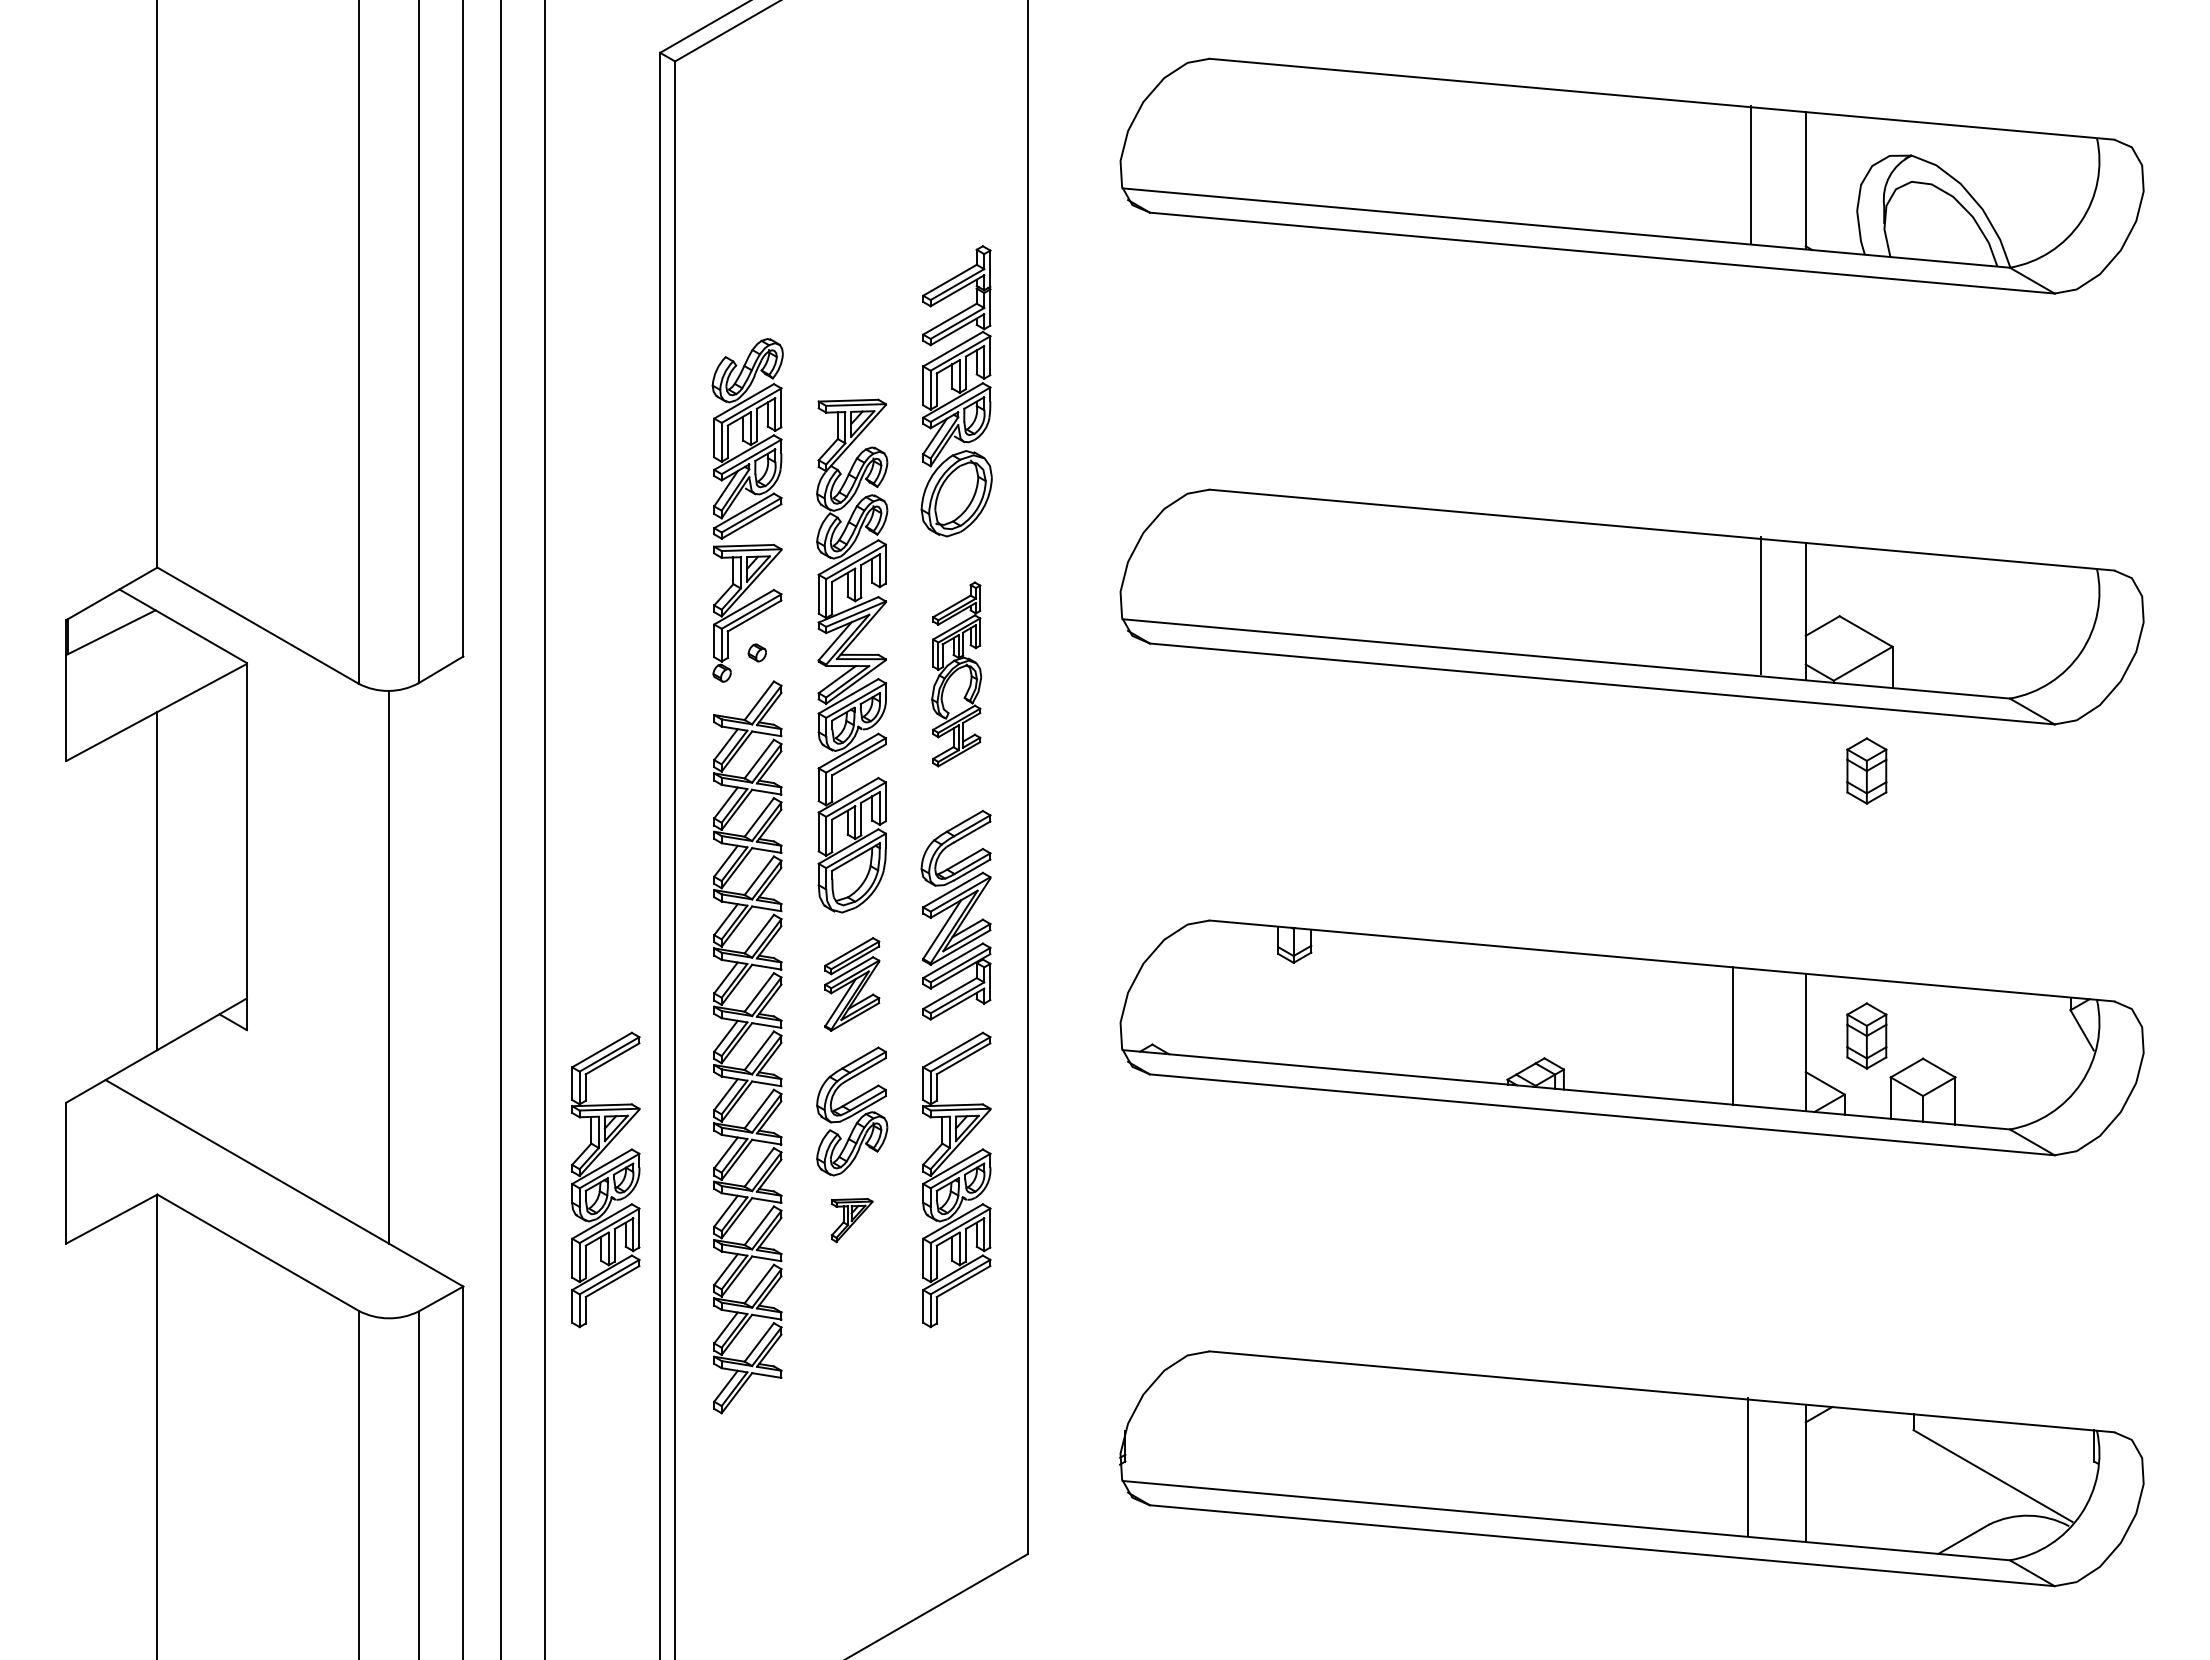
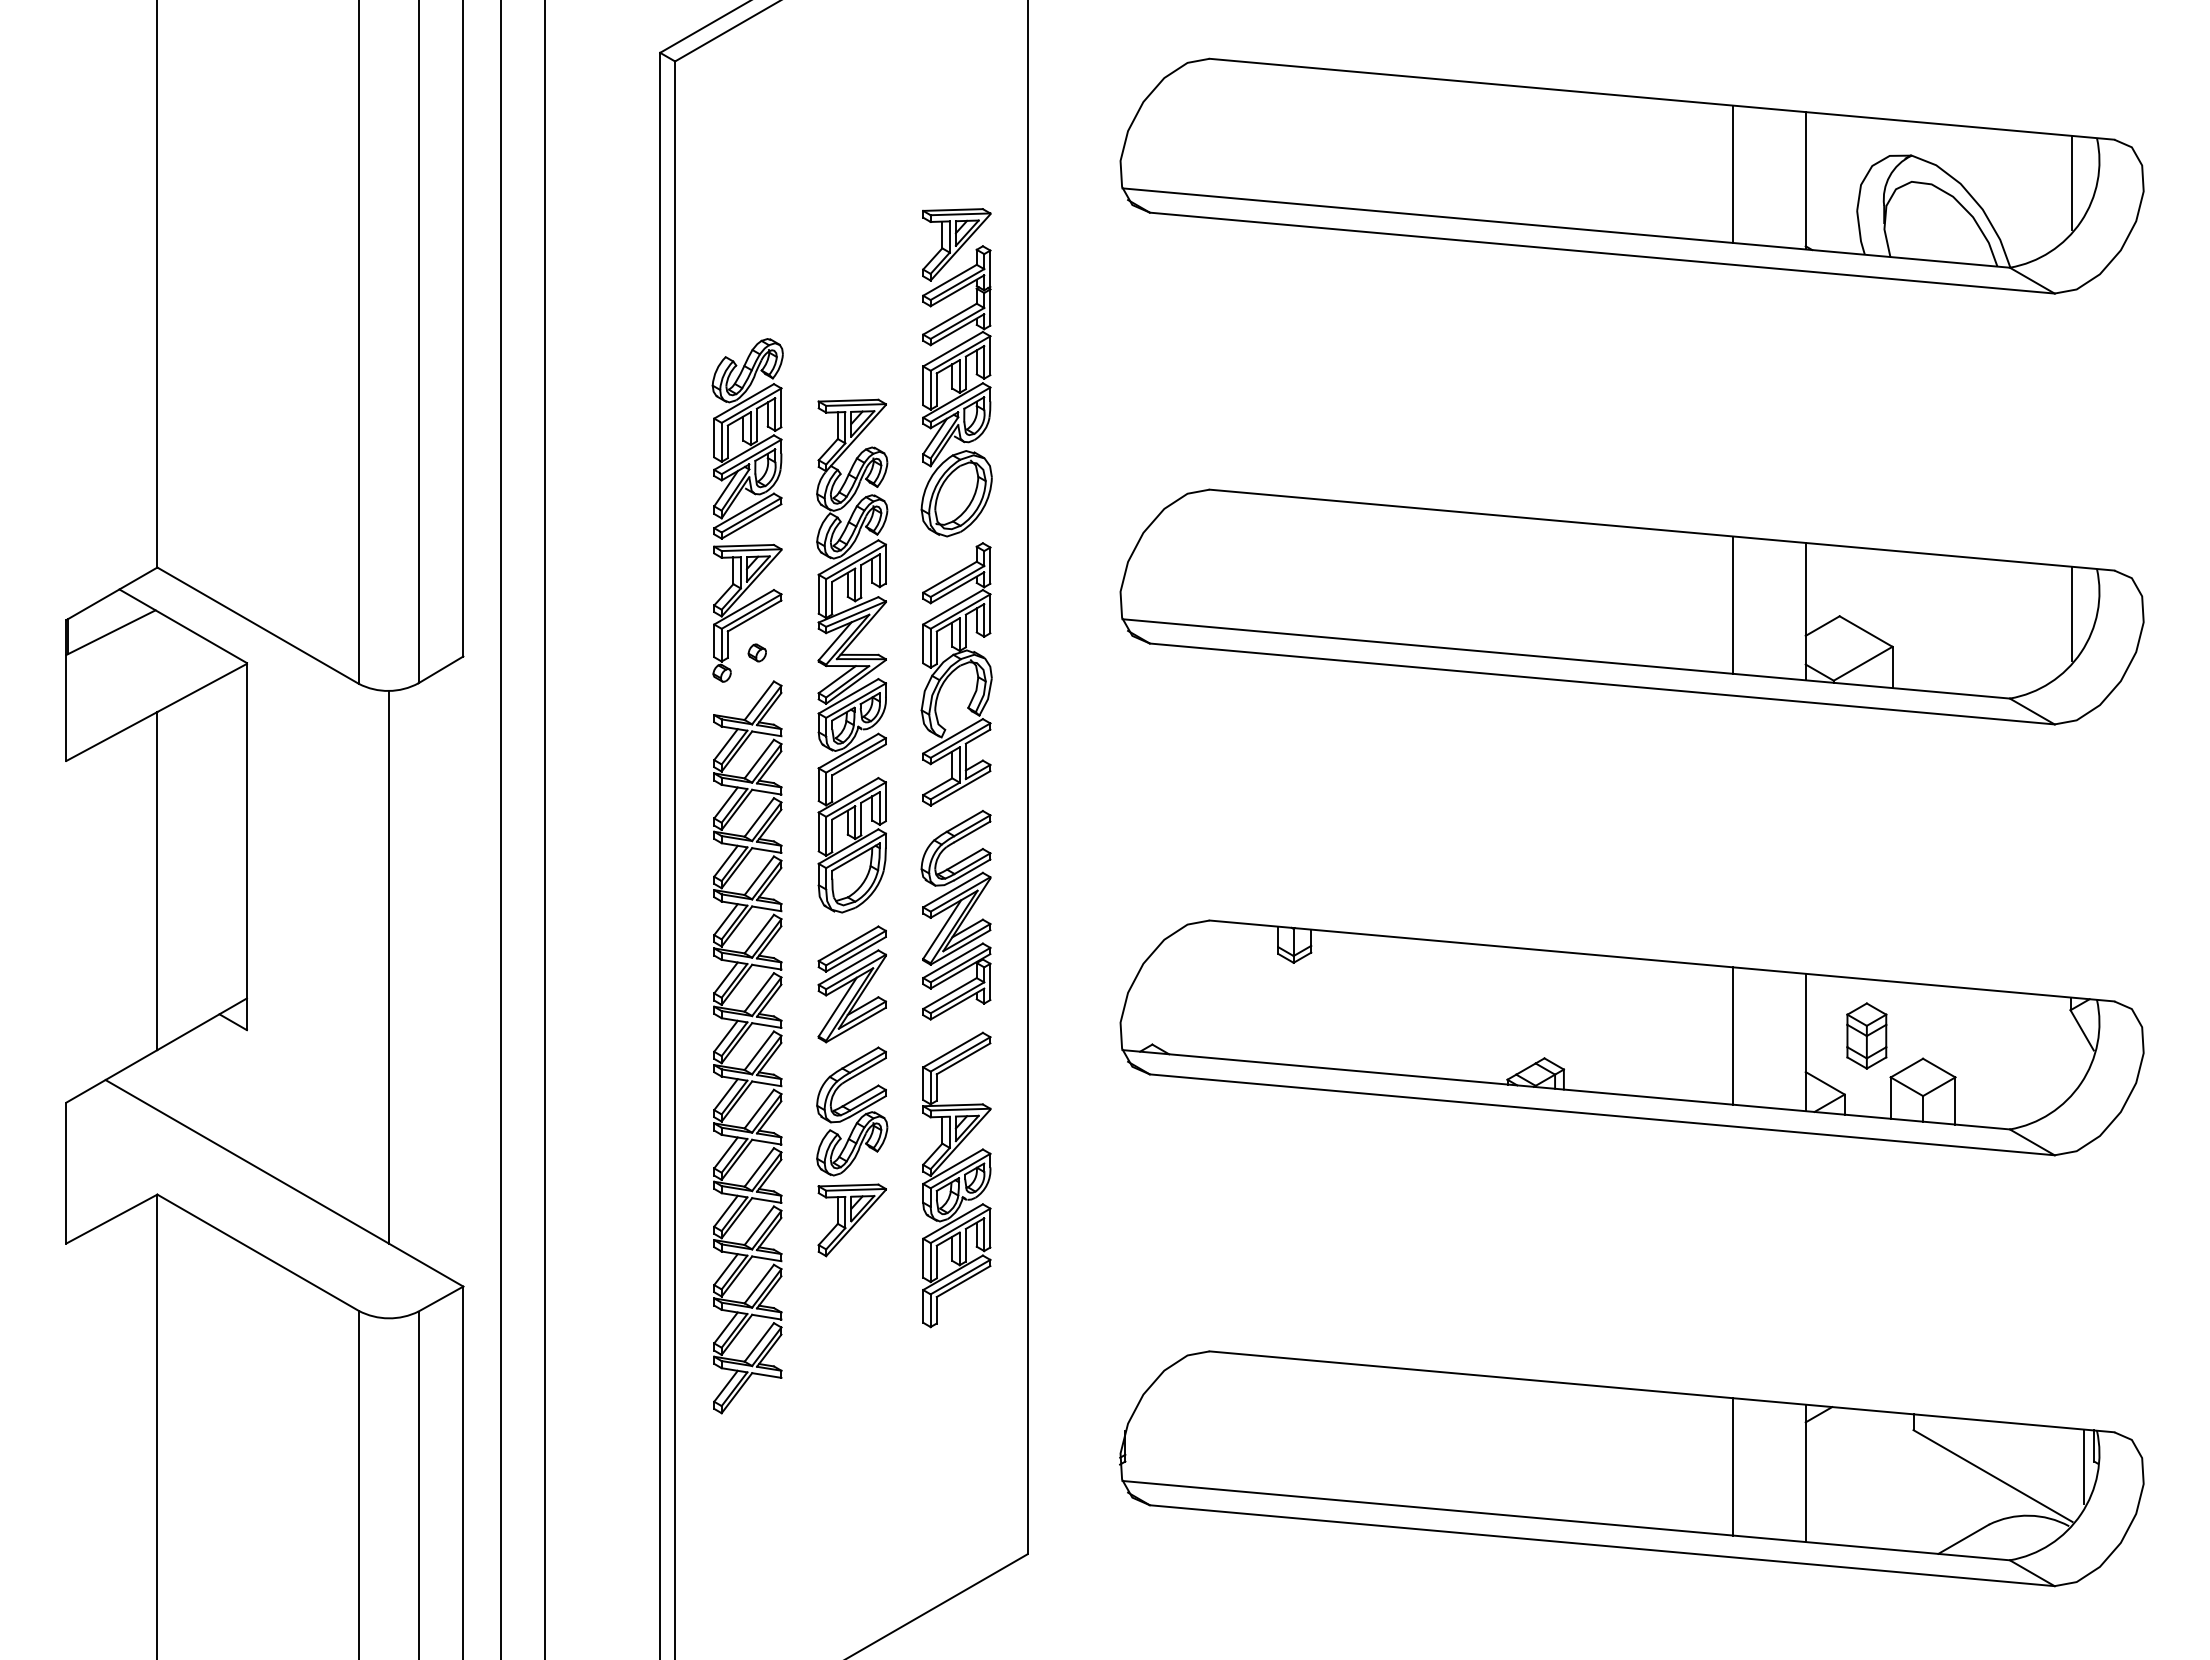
line at (1751, 174) position: (1751, 174) -> (1733, 174)
line at (2072, 182): none -> present
part at (956, 244): none -> present
line at (1761, 604) position: (1761, 604) -> (1733, 604)
line at (2072, 613): none -> present
part at (956, 674) size: 52x187 px -> 73x265 px
part at (1866, 770): present -> none
part at (852, 984) size: 57x95 px -> 70x119 px
part at (605, 1179): present -> none
part at (851, 1220) size: 44x45 px -> 70x75 px
line at (1748, 1466) position: (1748, 1466) -> (1733, 1466)
line at (2083, 1466): none -> present
